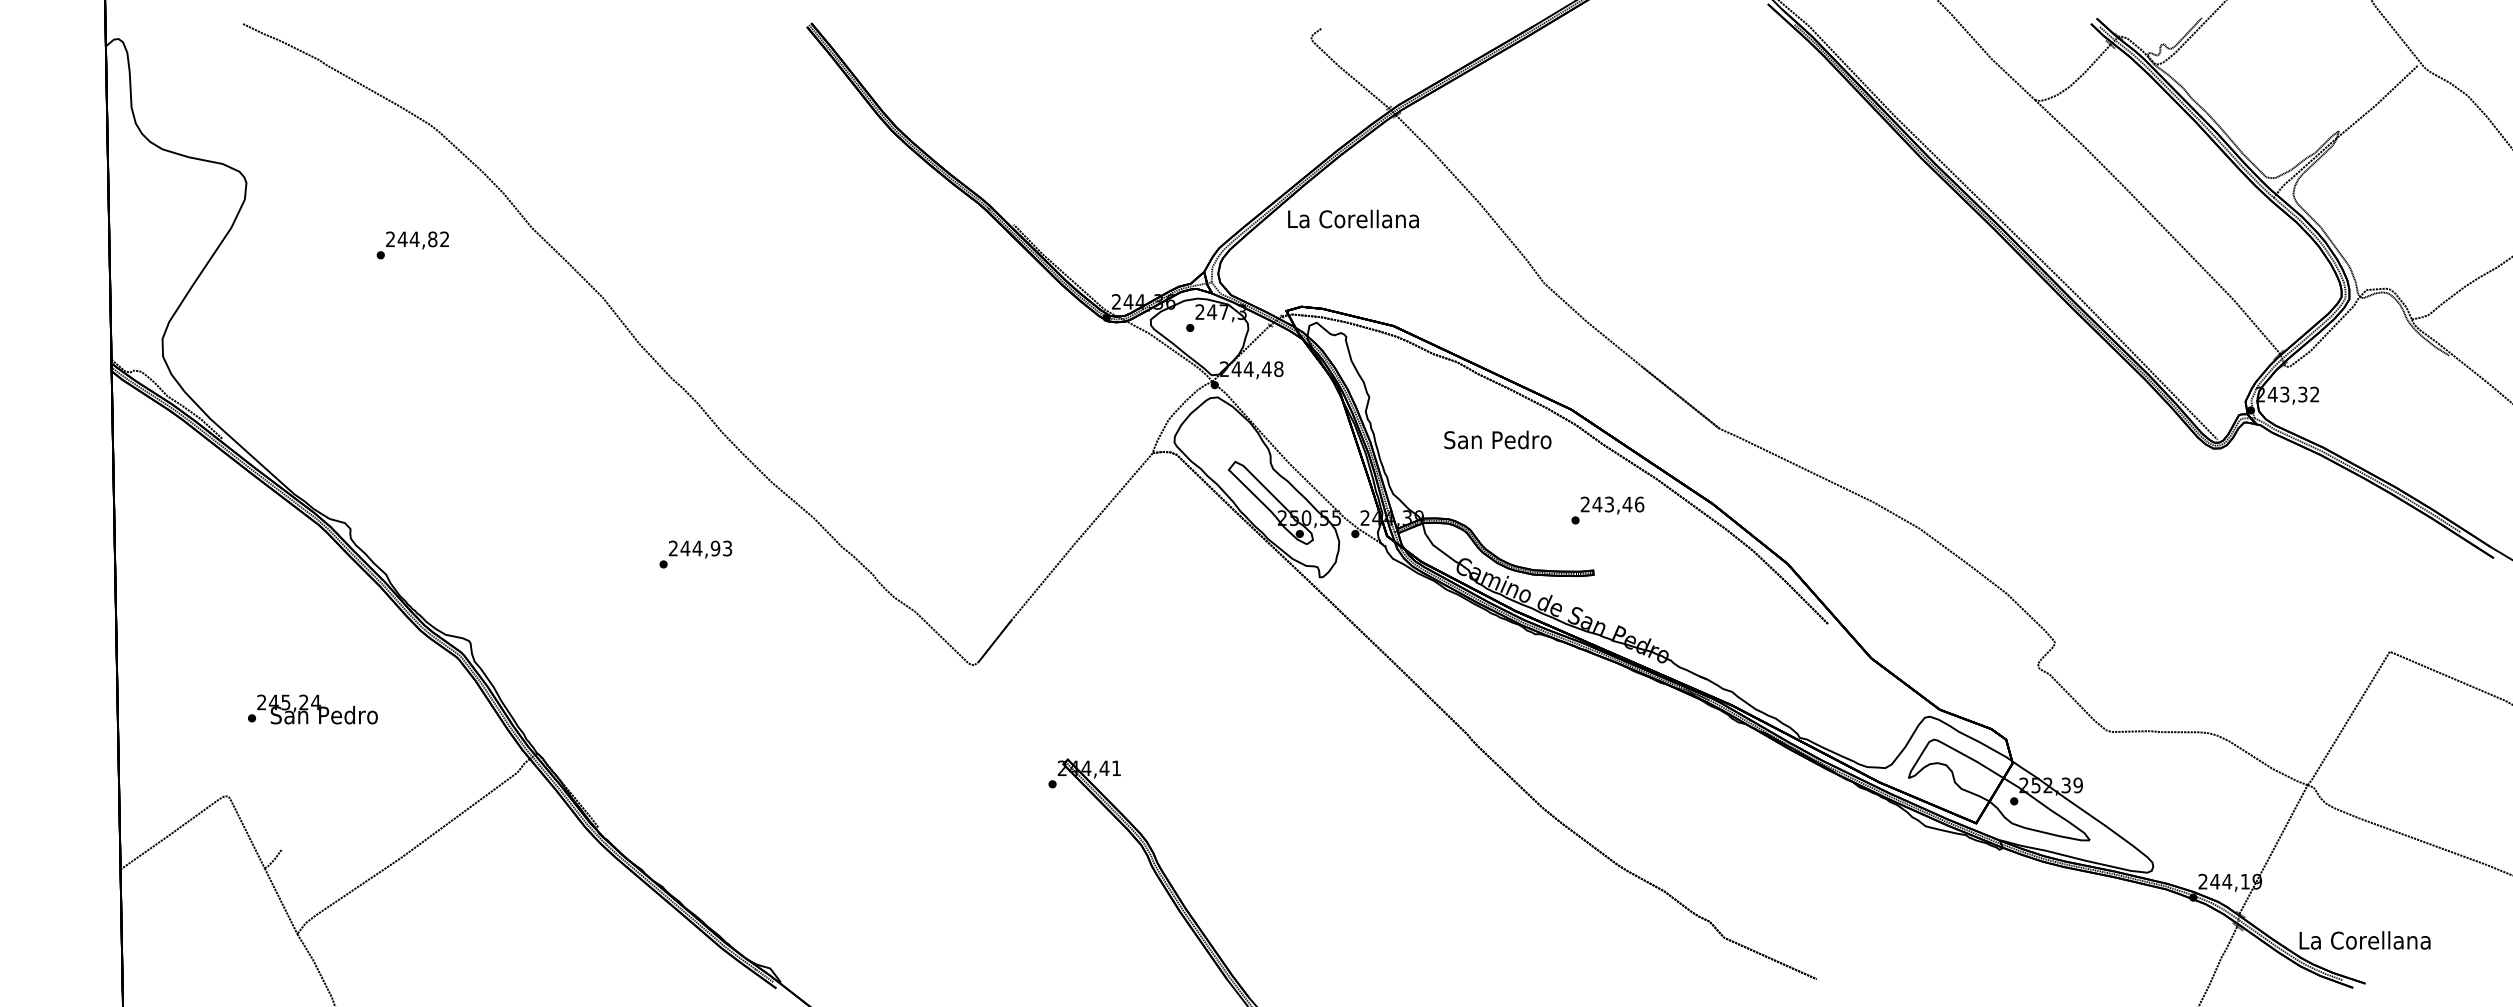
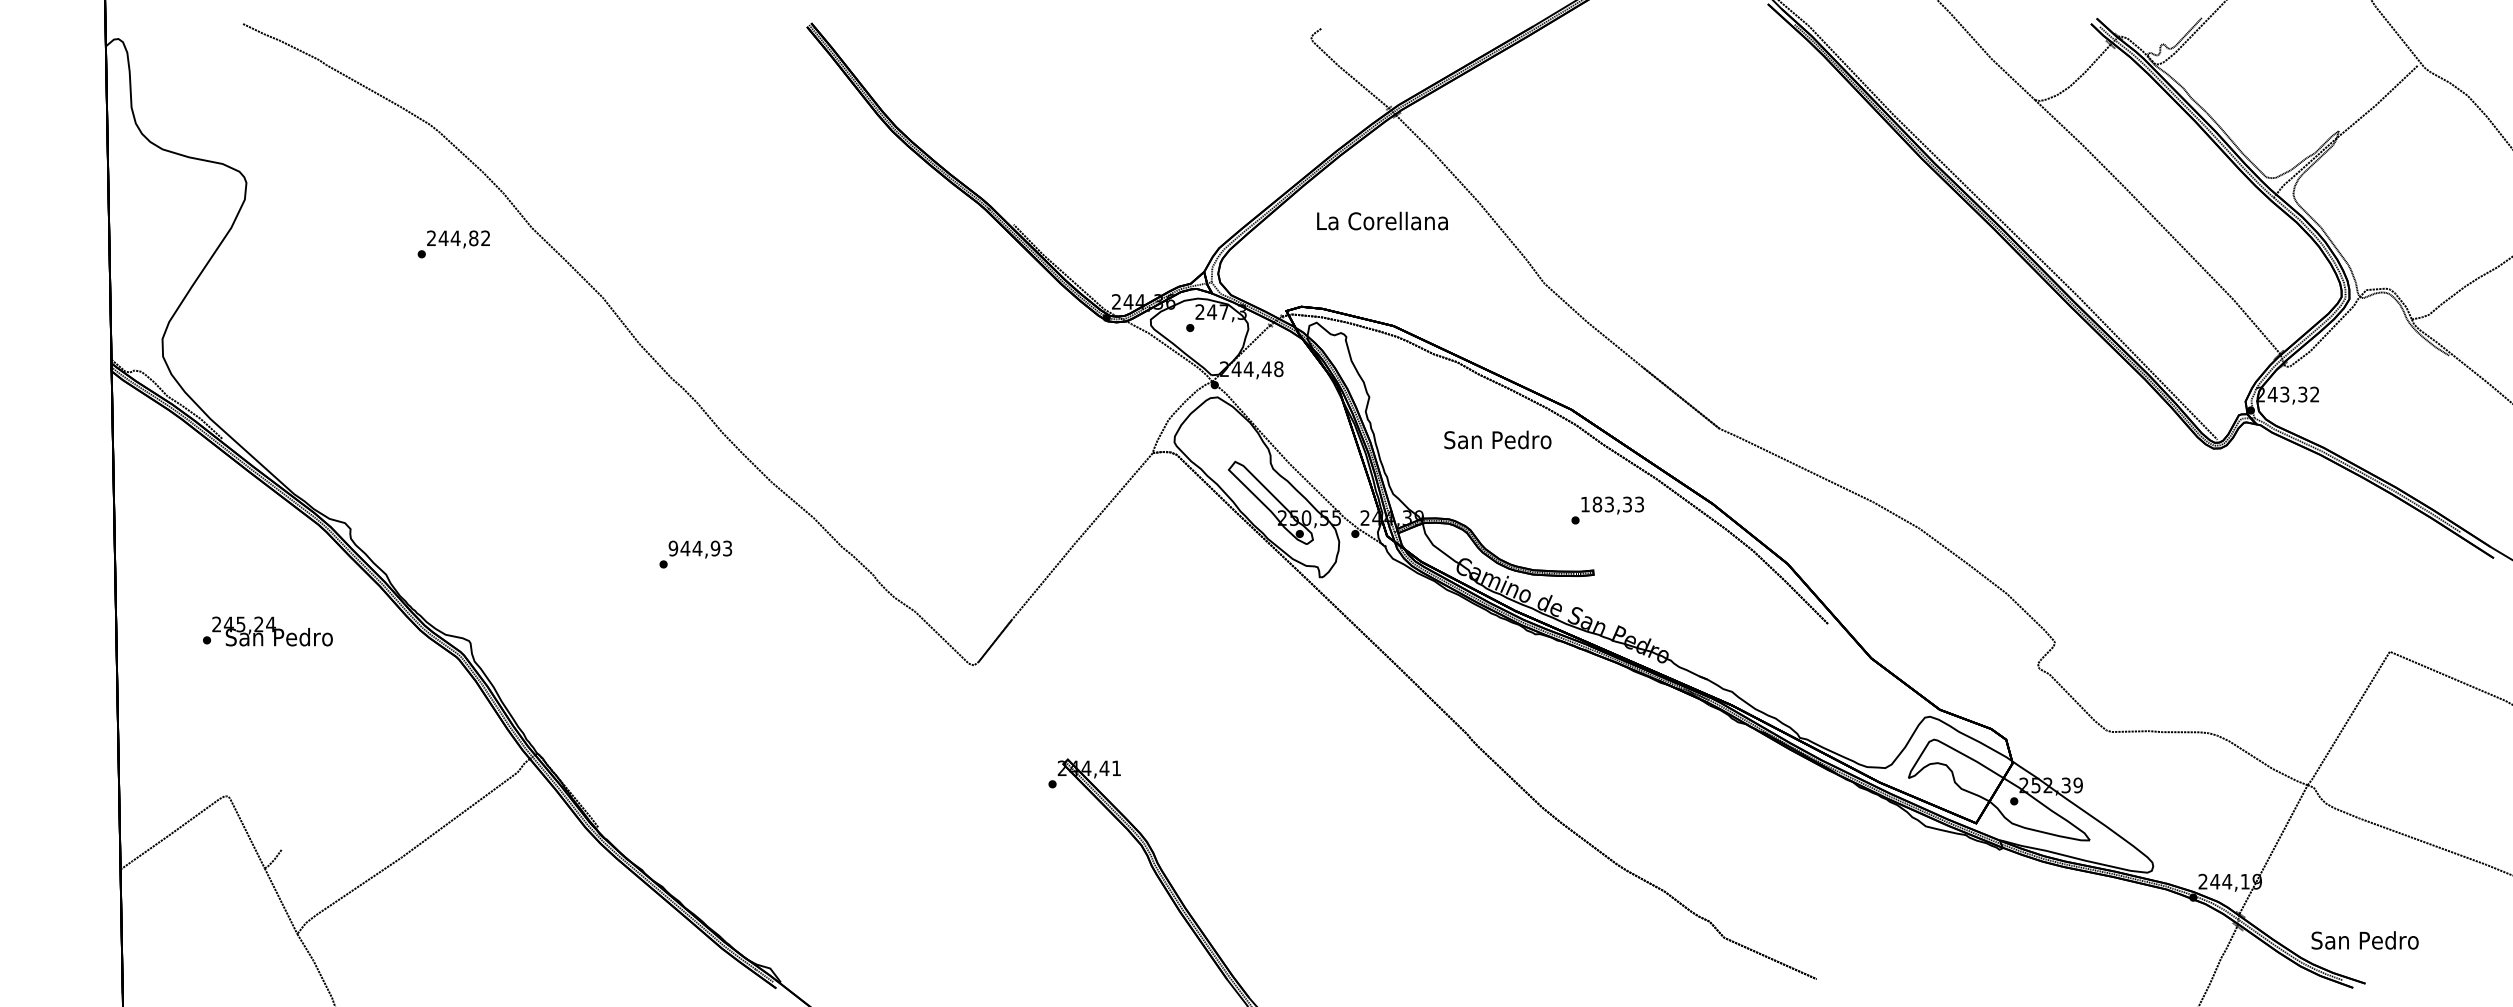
text at (1353, 218) position: (1353, 218) -> (1382, 220)
text at (412, 245) position: (412, 245) -> (453, 244)
text at (1612, 504): 243,46 -> 183,33
text at (673, 548): 244,93 -> 944,93
text at (312, 709) position: (312, 709) -> (267, 631)
text at (2364, 940): La Corellana -> San Pedro
